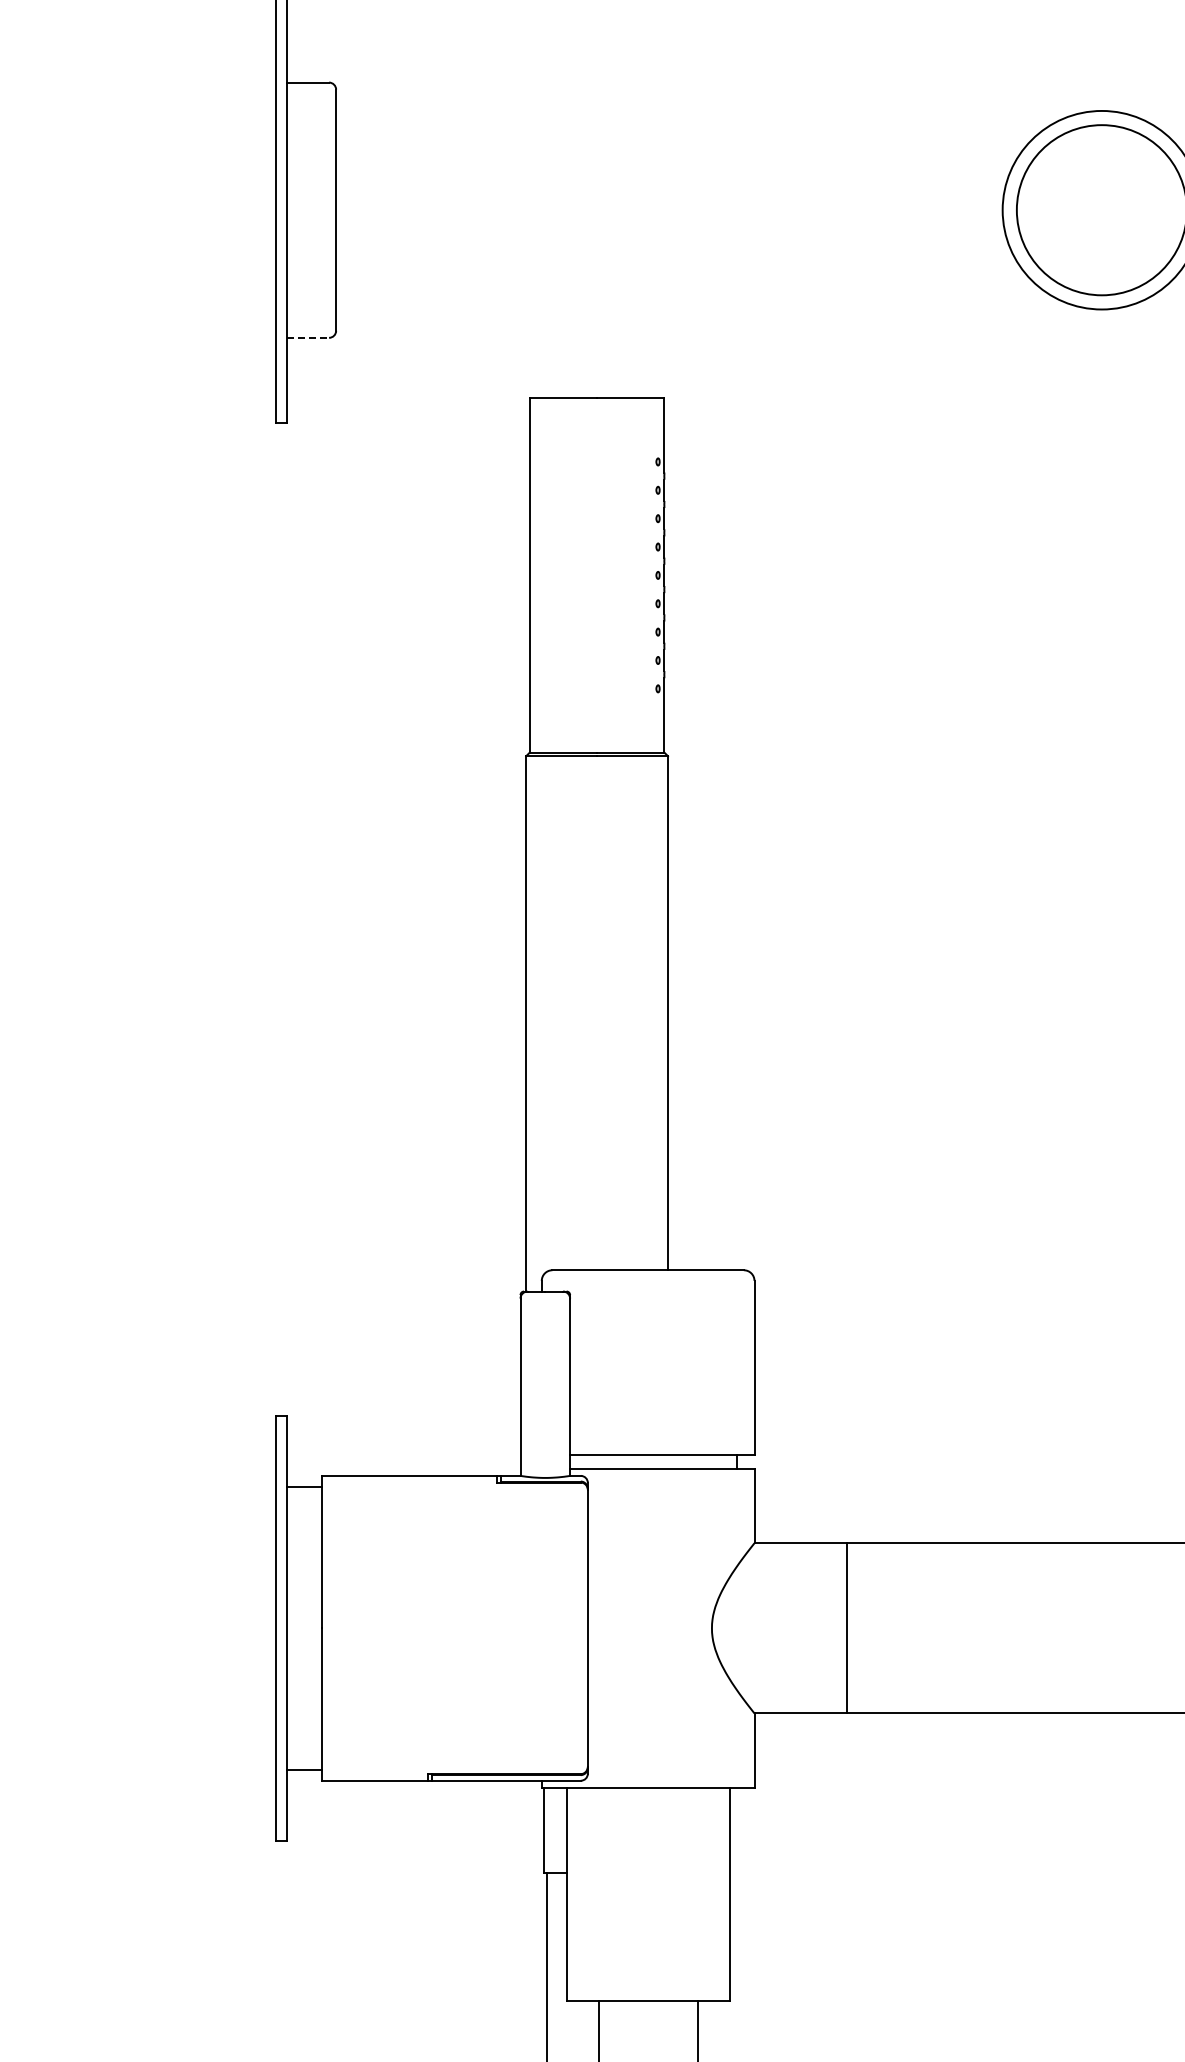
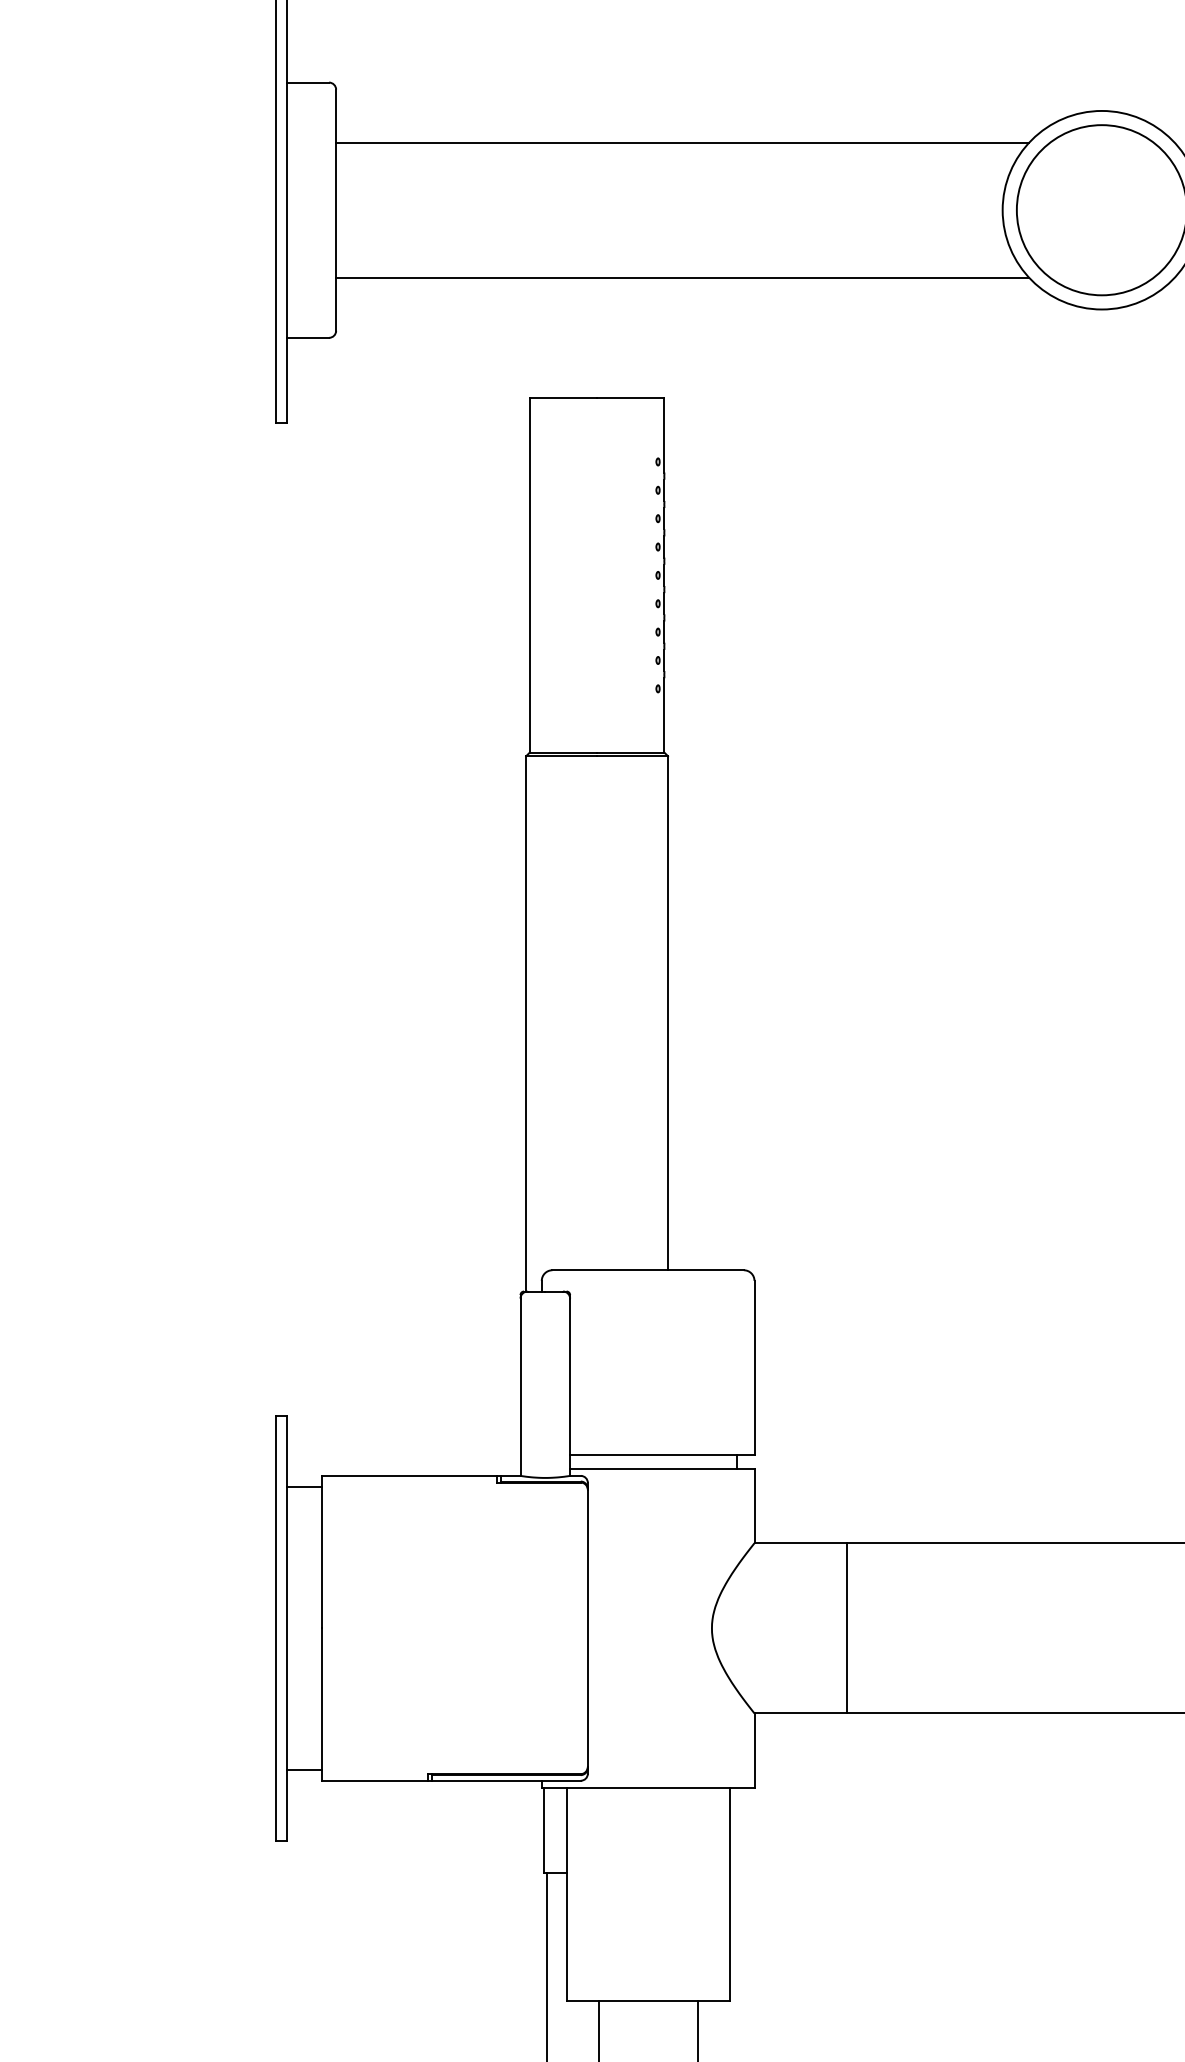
line at (682, 142): none -> present
line at (682, 277): none -> present
line at (308, 337): dashed -> solid
